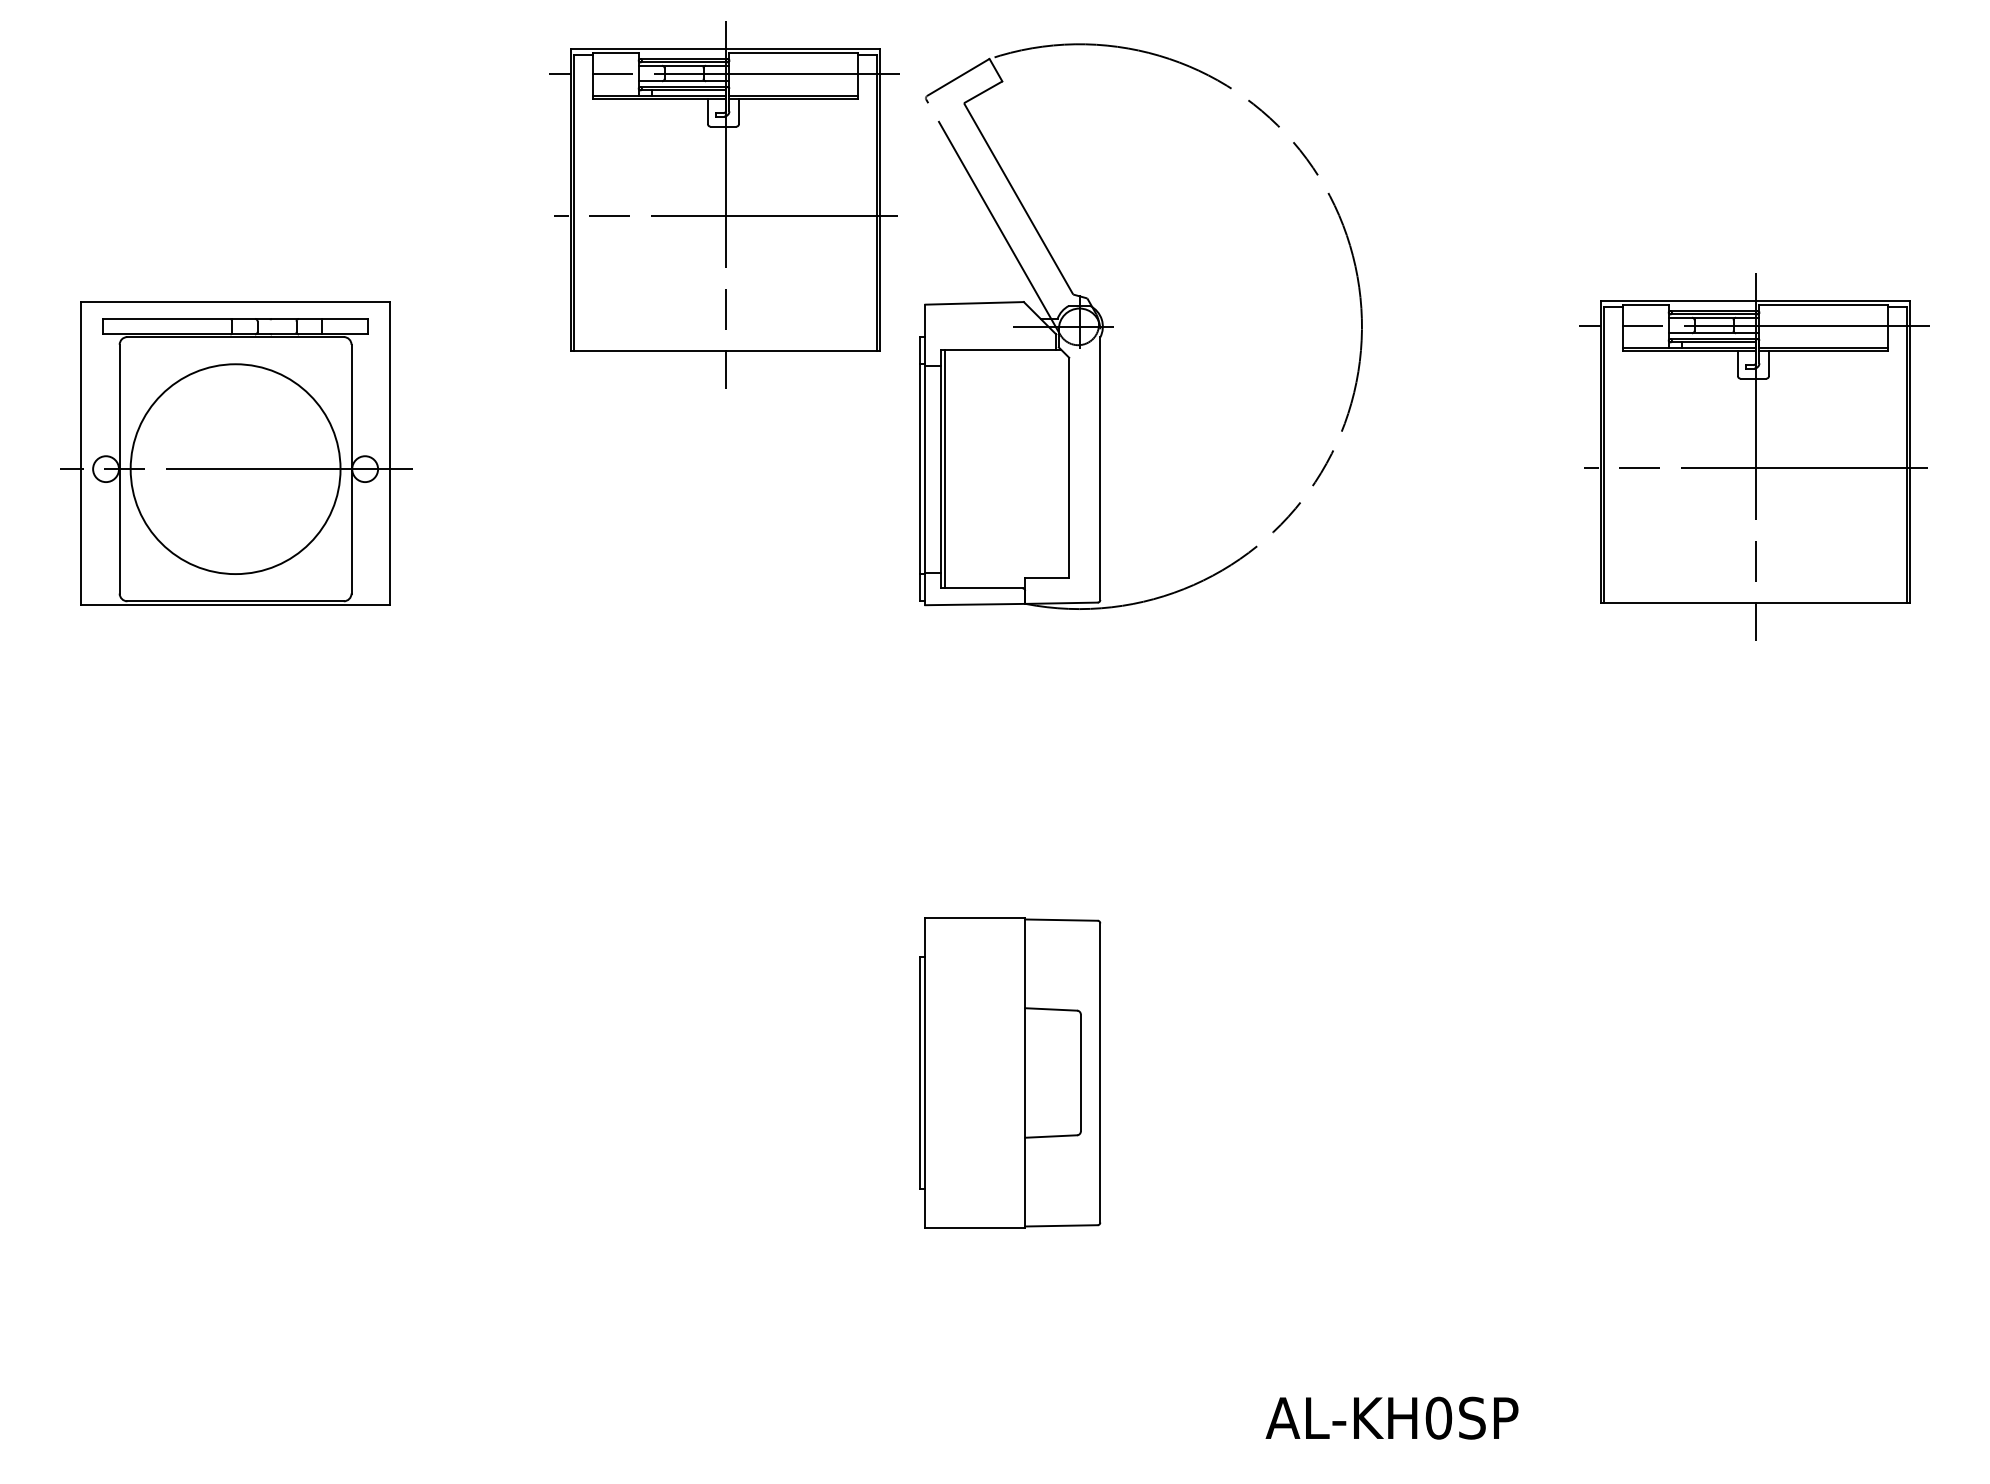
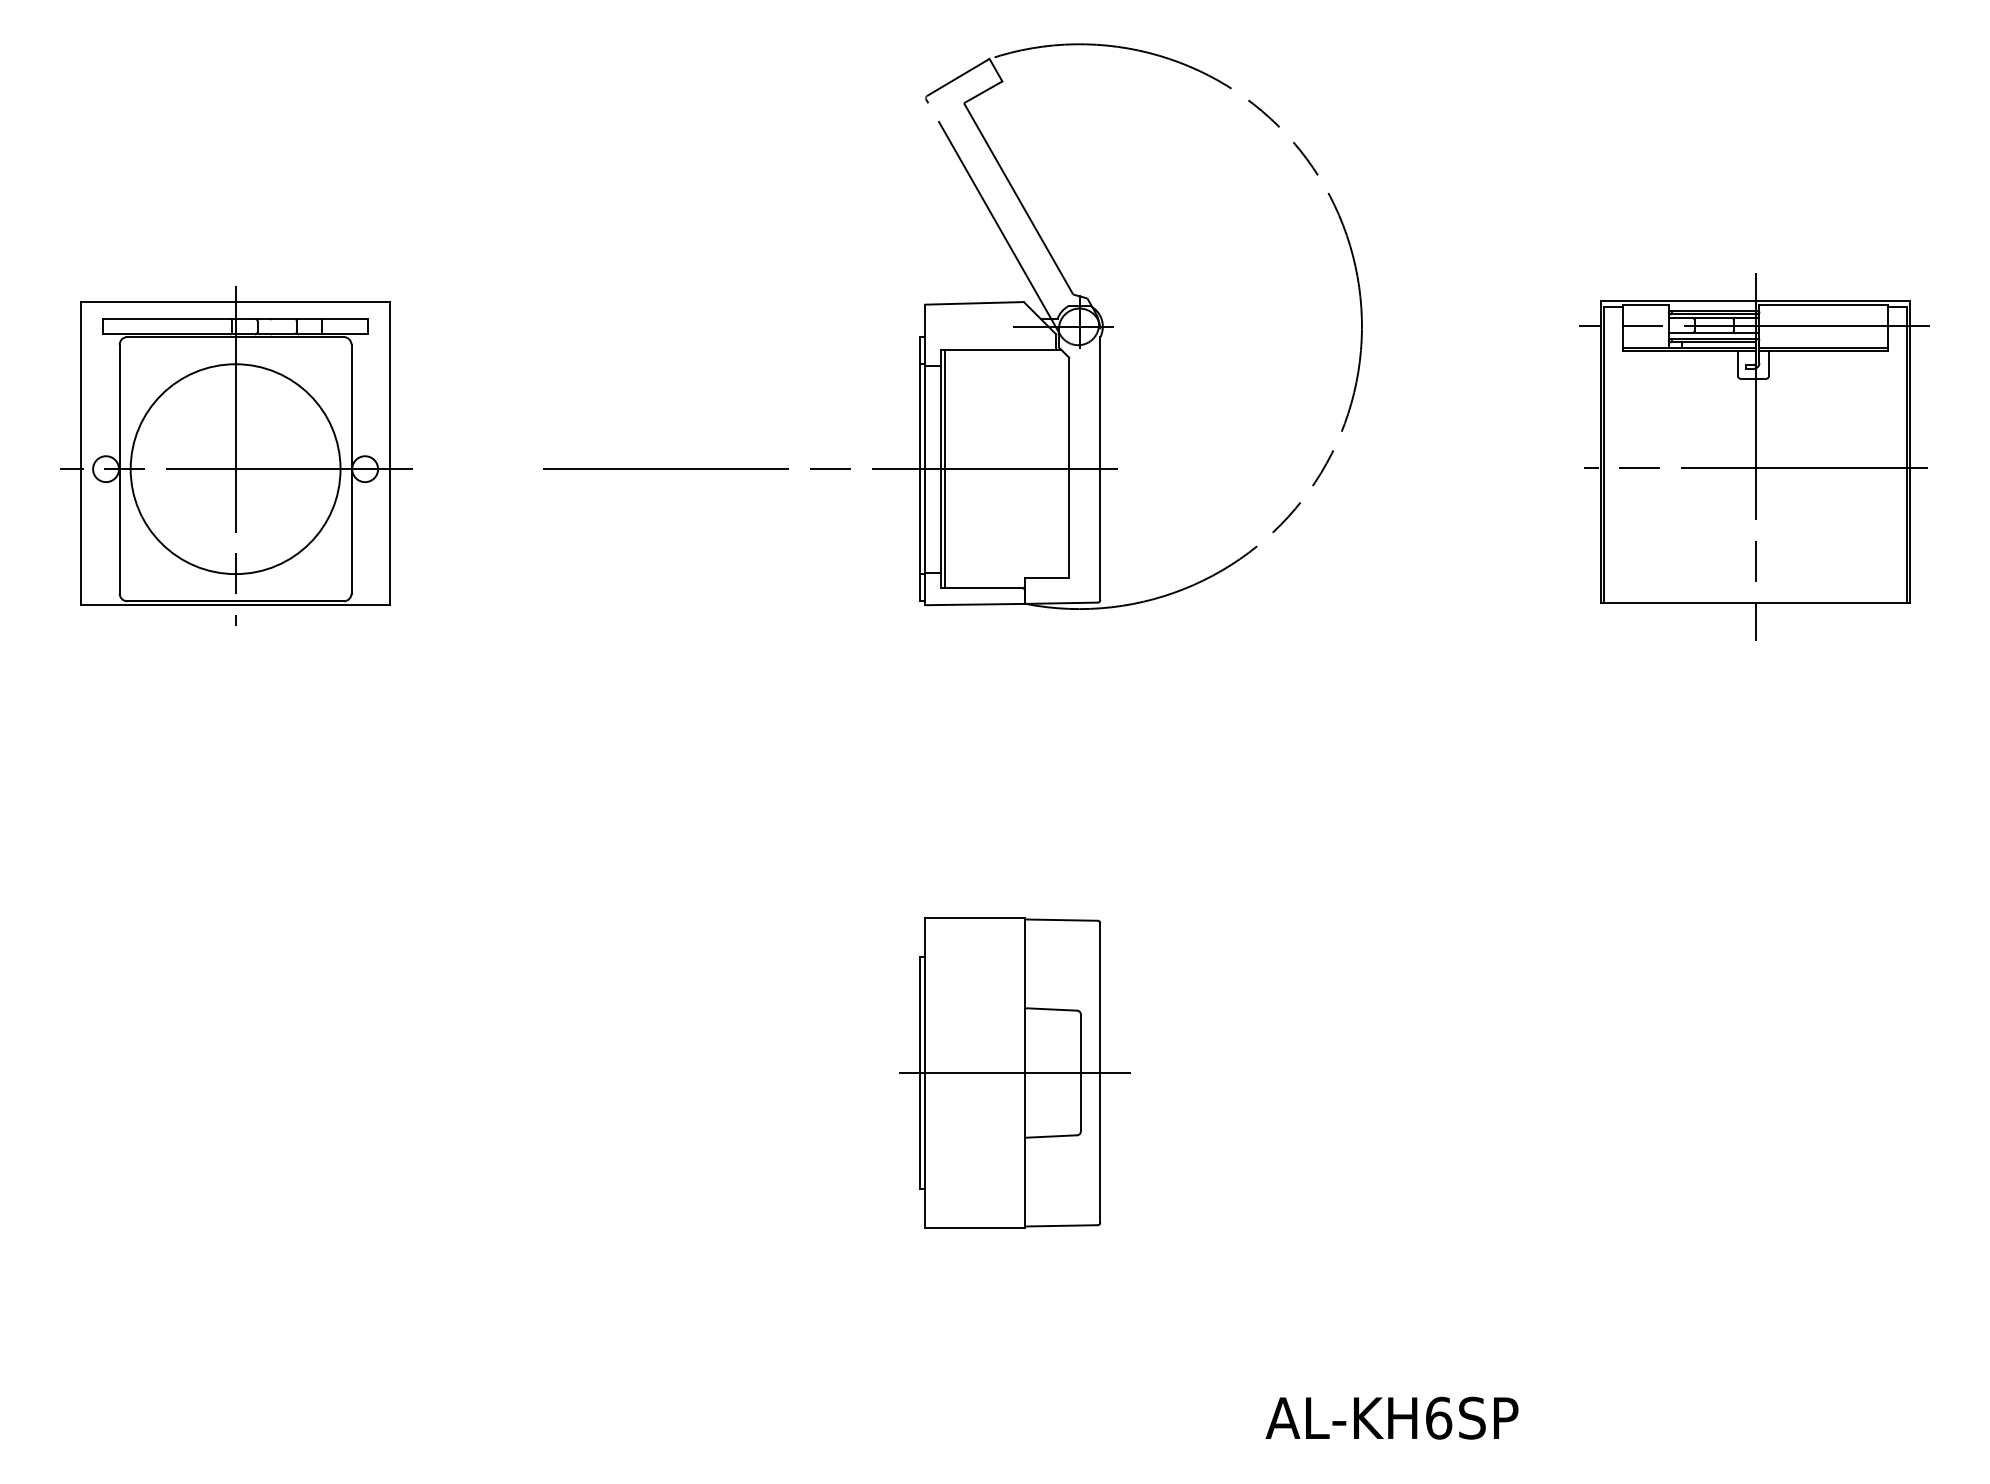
part at (724, 204): present -> none
line at (235, 456): none -> present
line at (822, 469): none -> present
line at (1014, 1072): none -> present
text at (1438, 1417): AL-KH0SP -> AL-KH6SP
